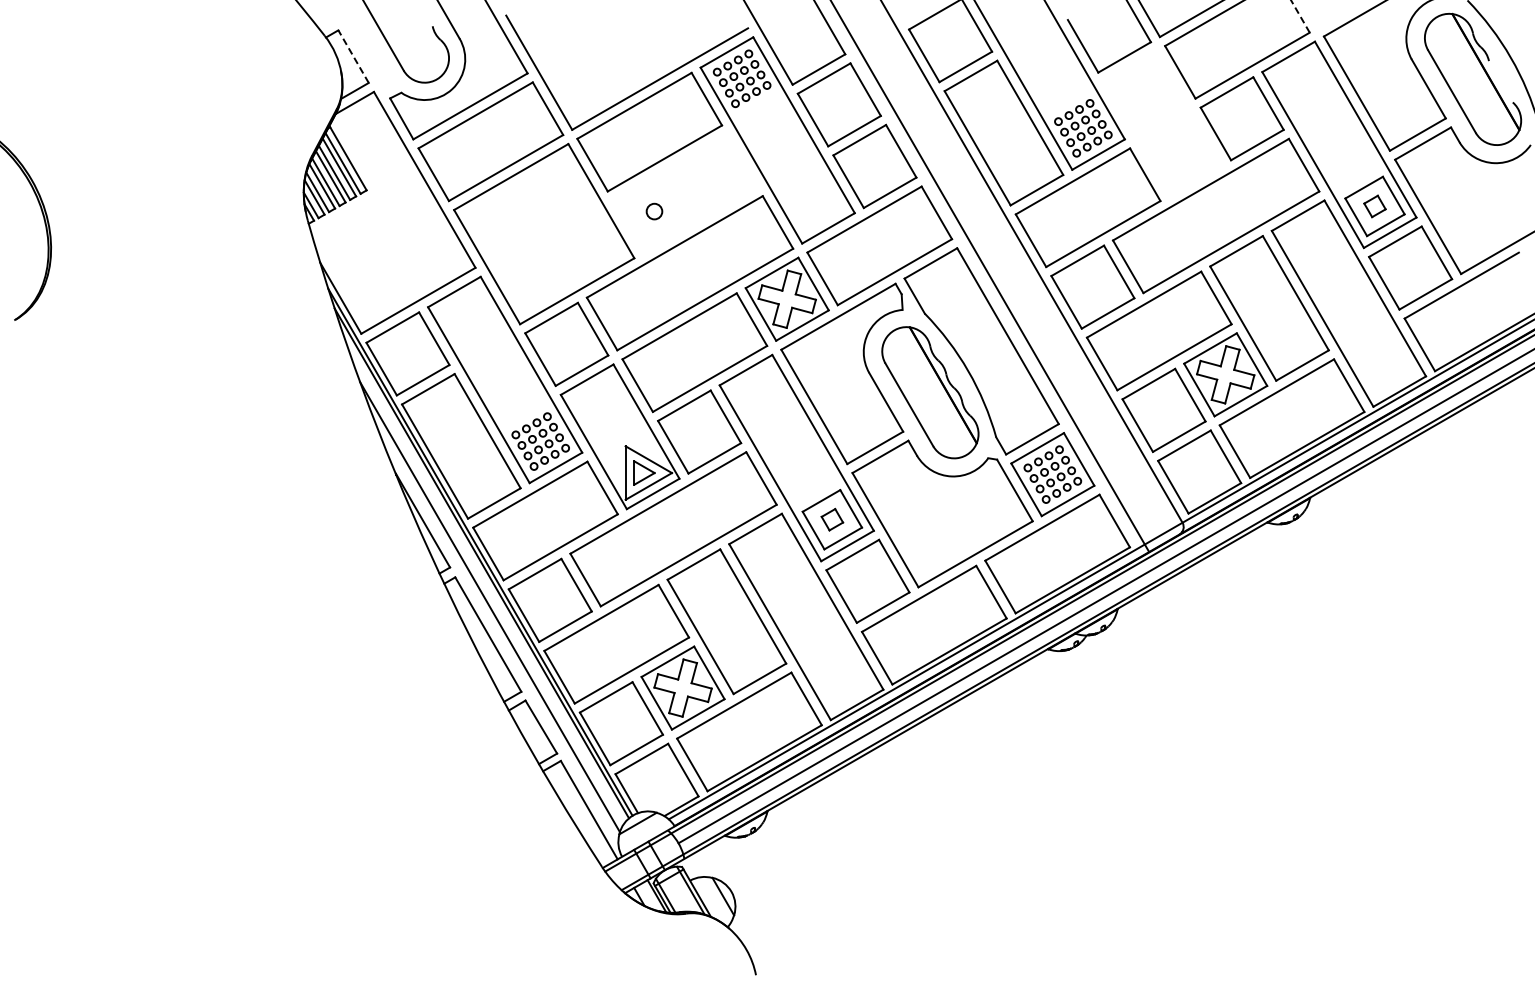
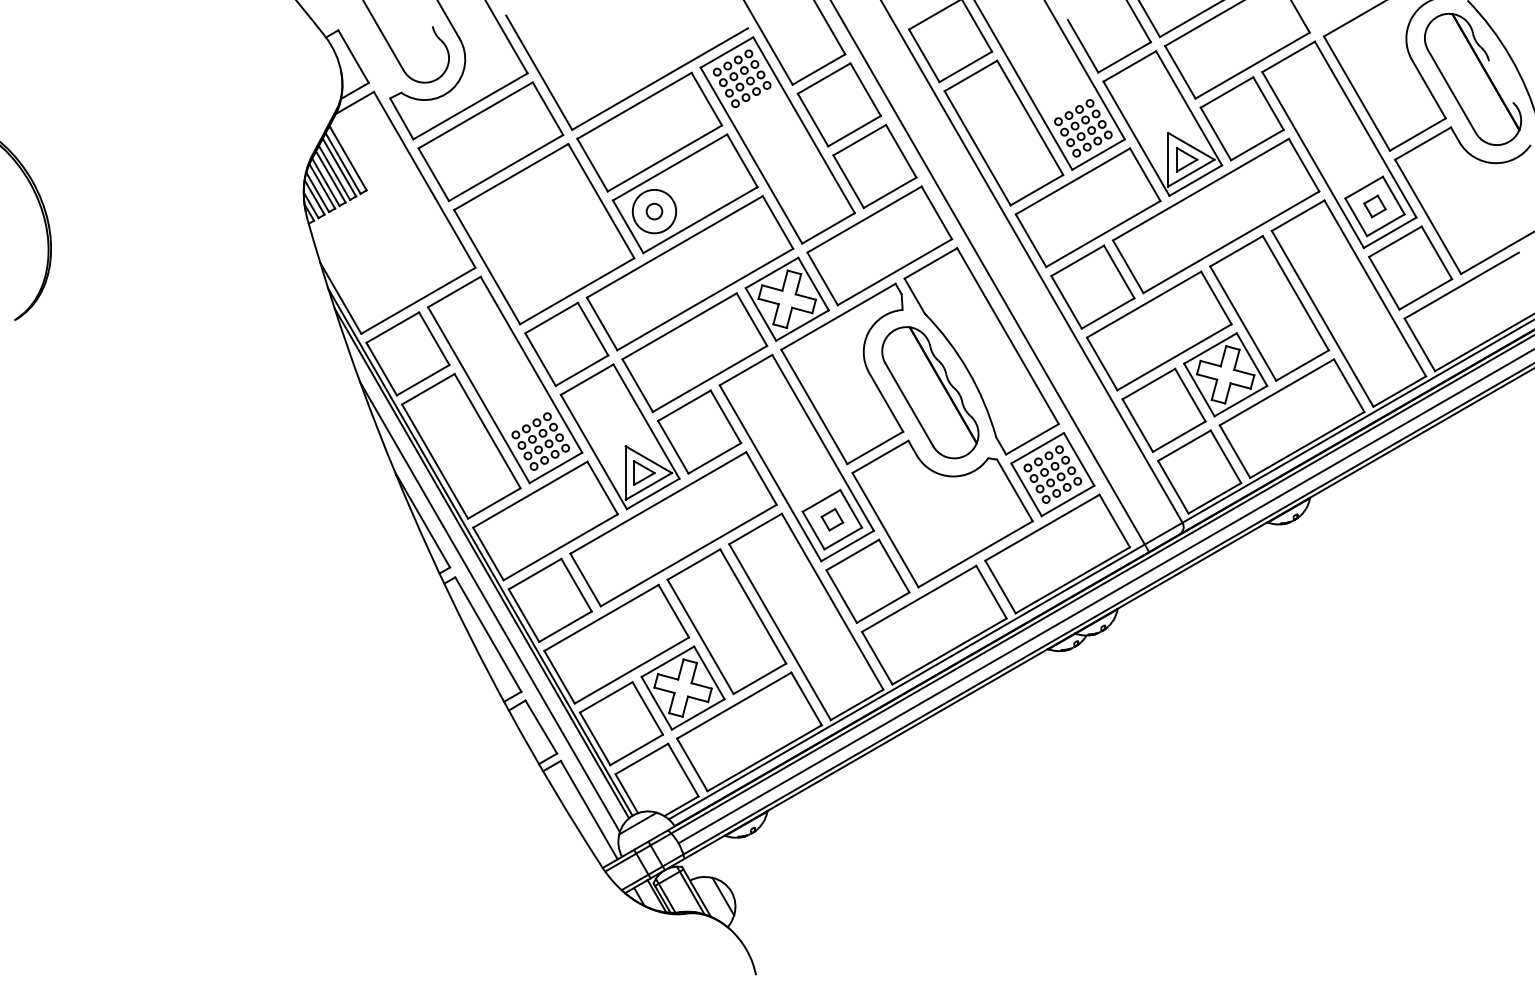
line at (1300, 16): dashed -> solid
line at (353, 56): dashed -> solid
part at (1162, 123): none -> present
part at (684, 193): none -> present
